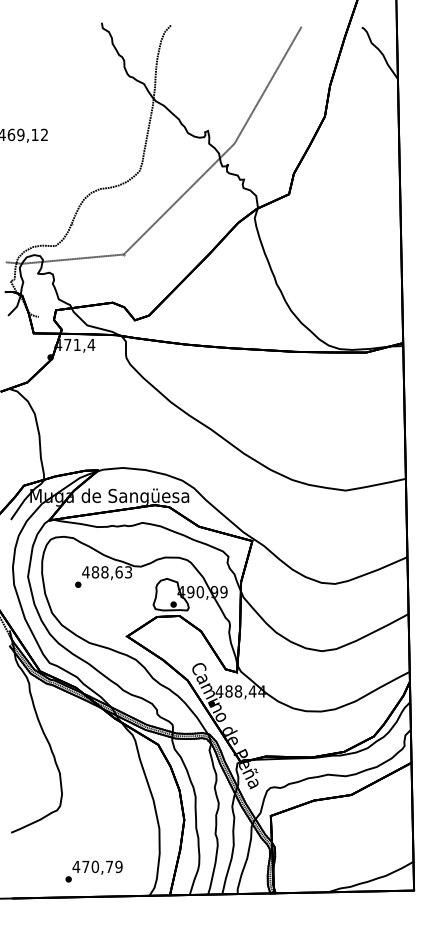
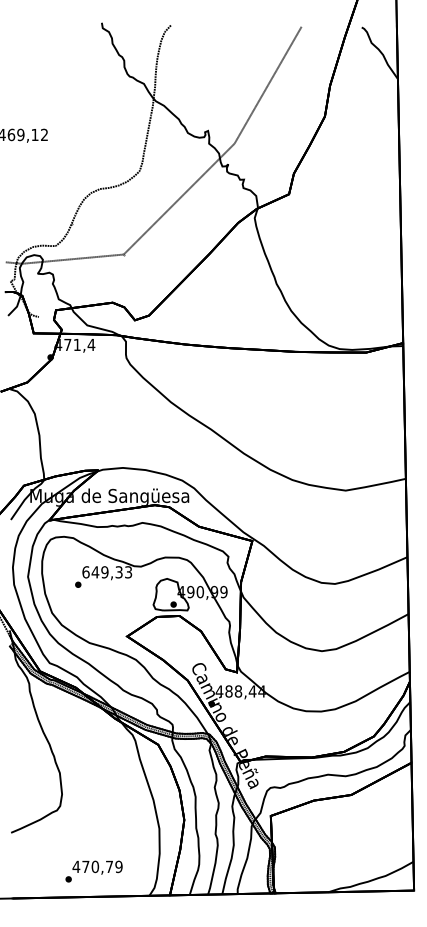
text at (102, 572): 488,63 -> 649,33
